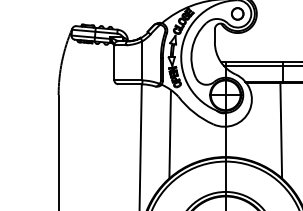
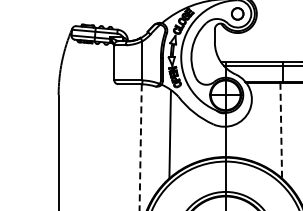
line at (281, 130): solid -> dashed
line at (140, 148): solid -> dashed
